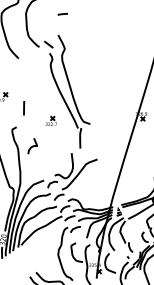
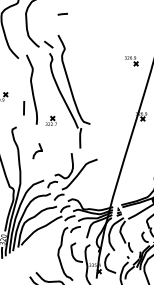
part at (131, 61): none -> present
curve at (31, 89): none -> present
curve at (32, 146) position: (32, 146) -> (37, 151)
